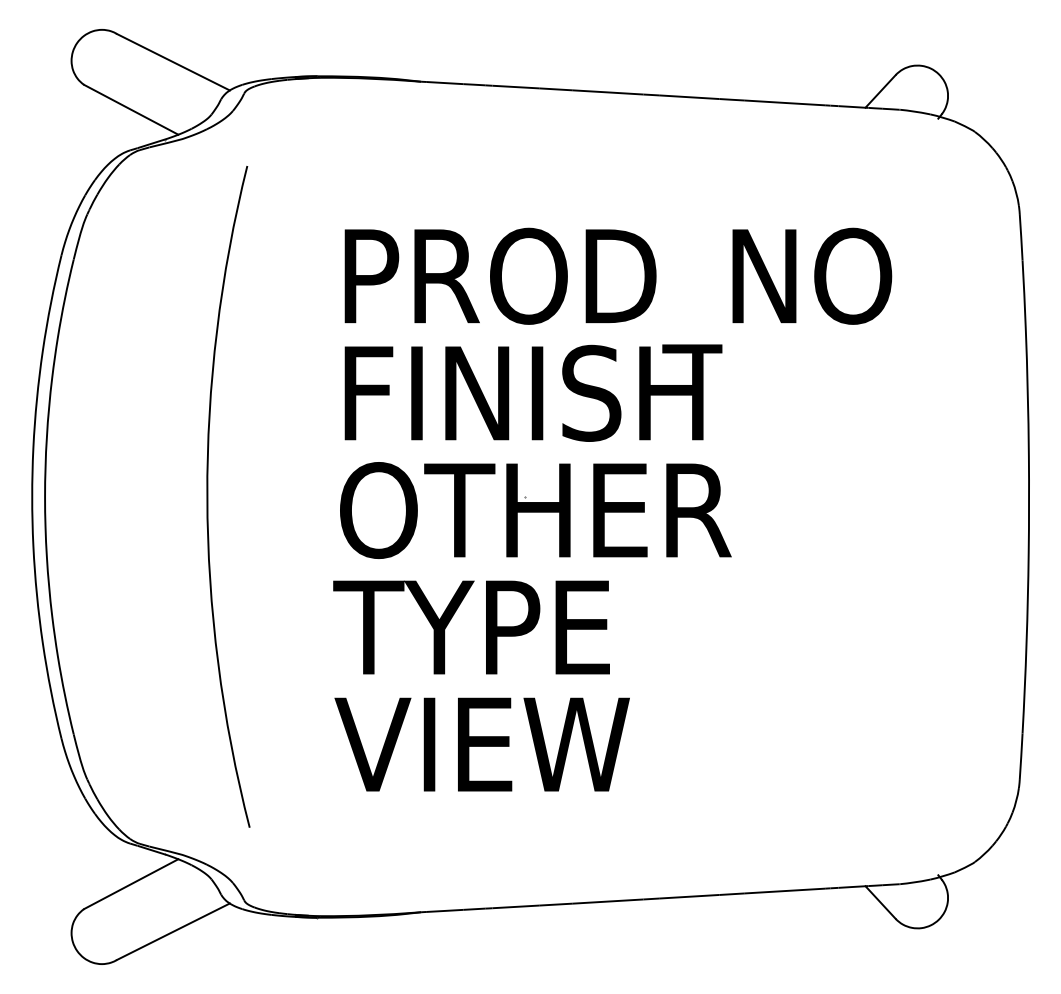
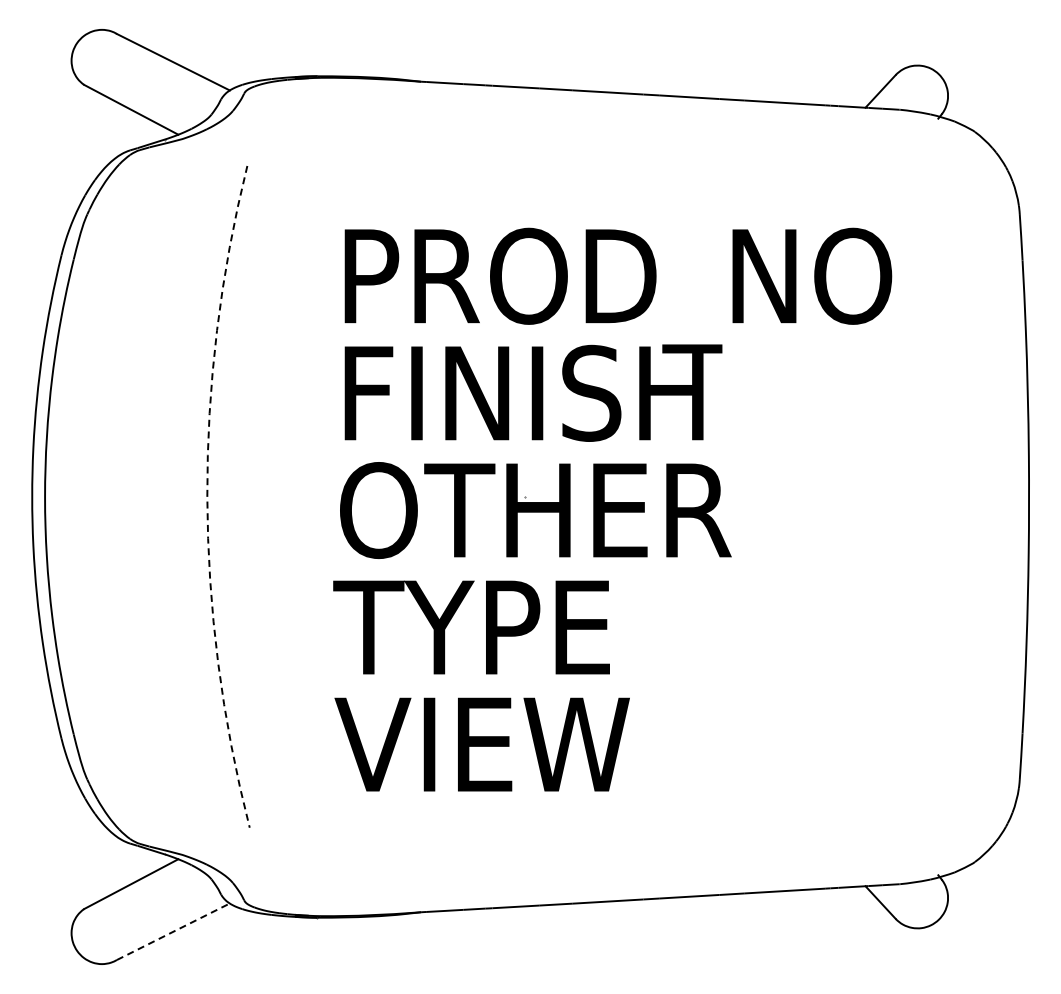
arc at (207, 497): solid -> dashed
line at (173, 931): solid -> dashed
